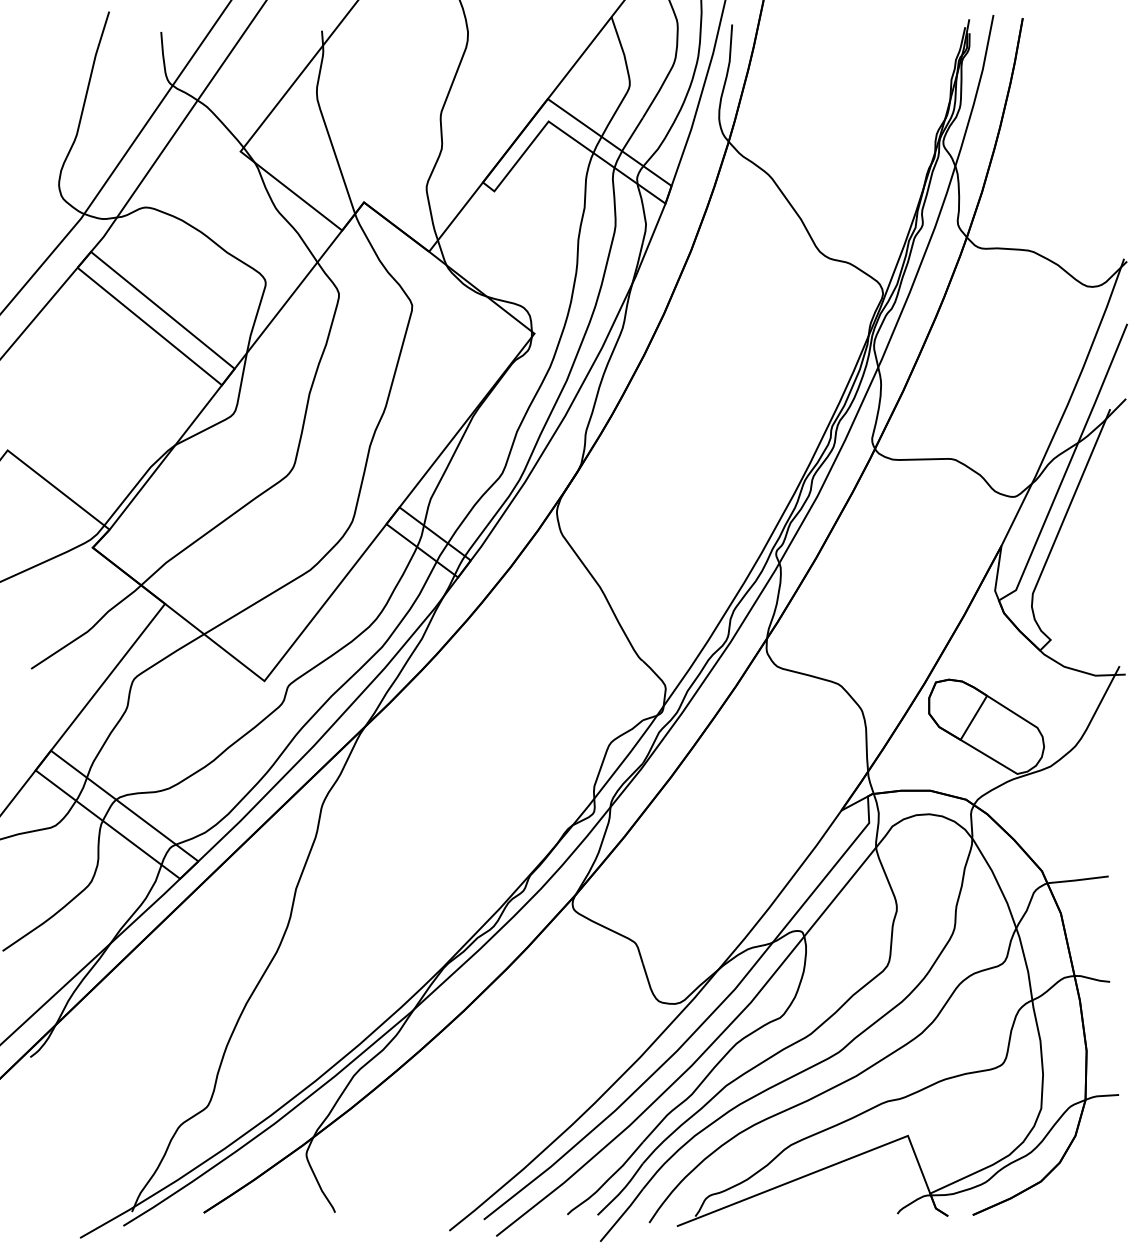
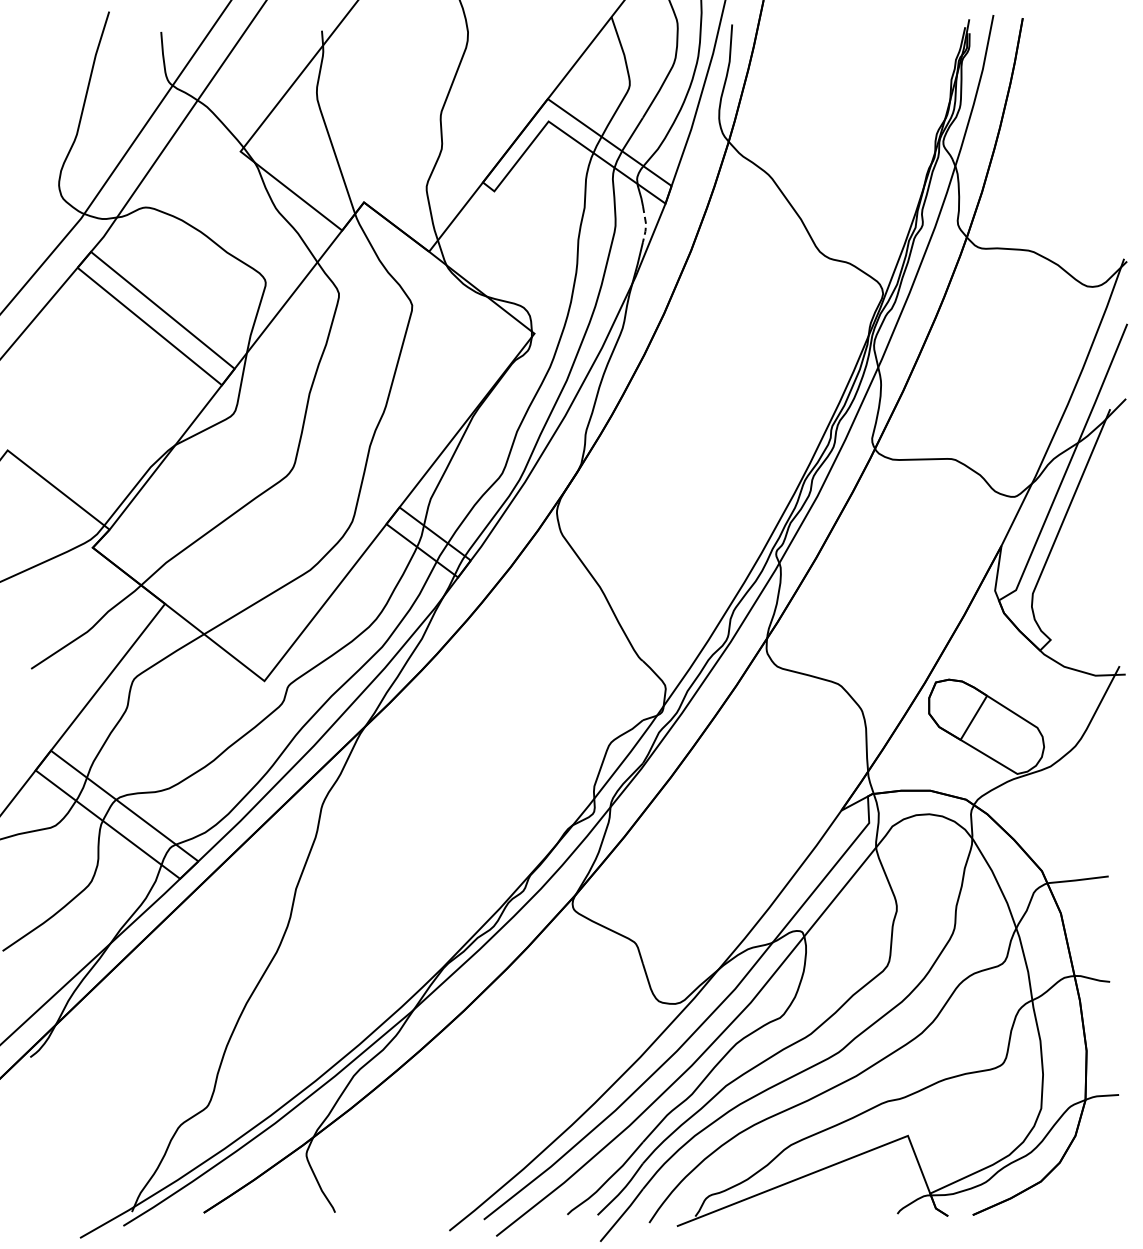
line at (645, 225): solid -> dashed
